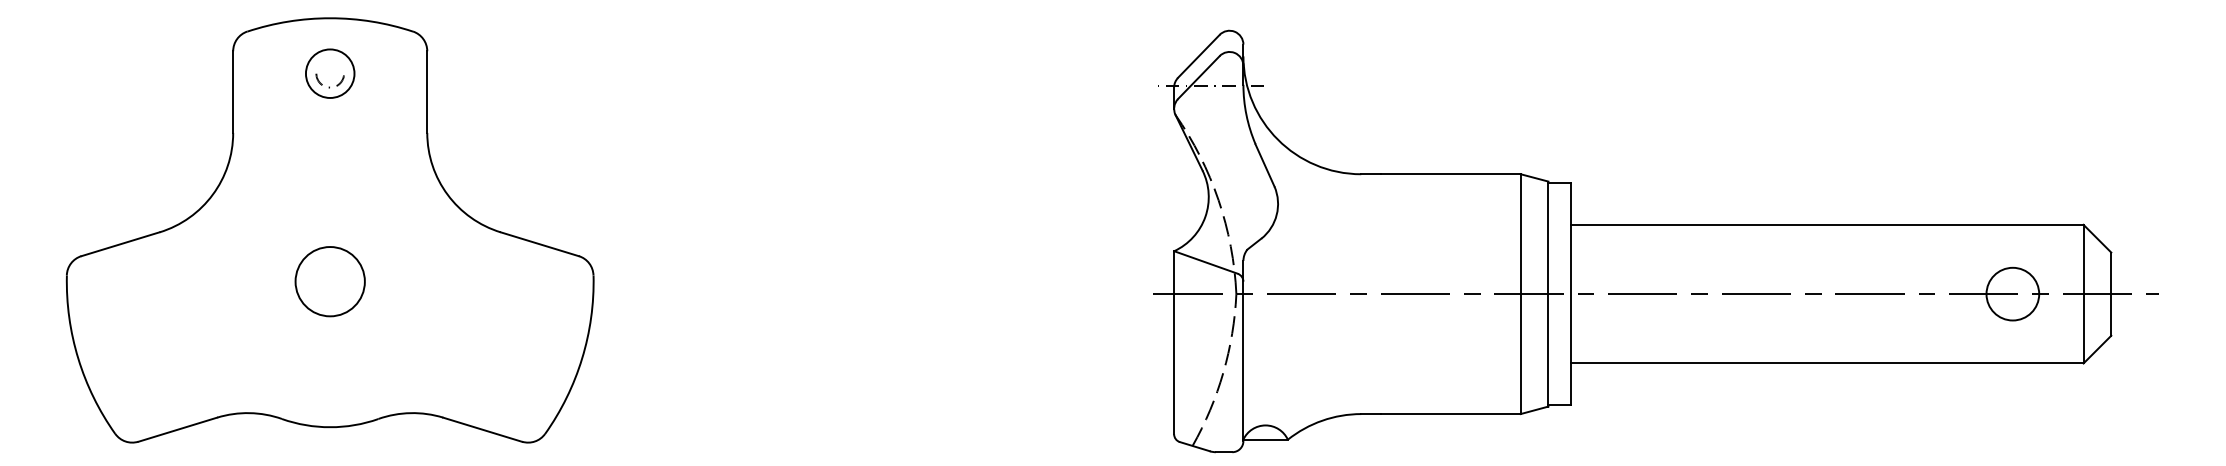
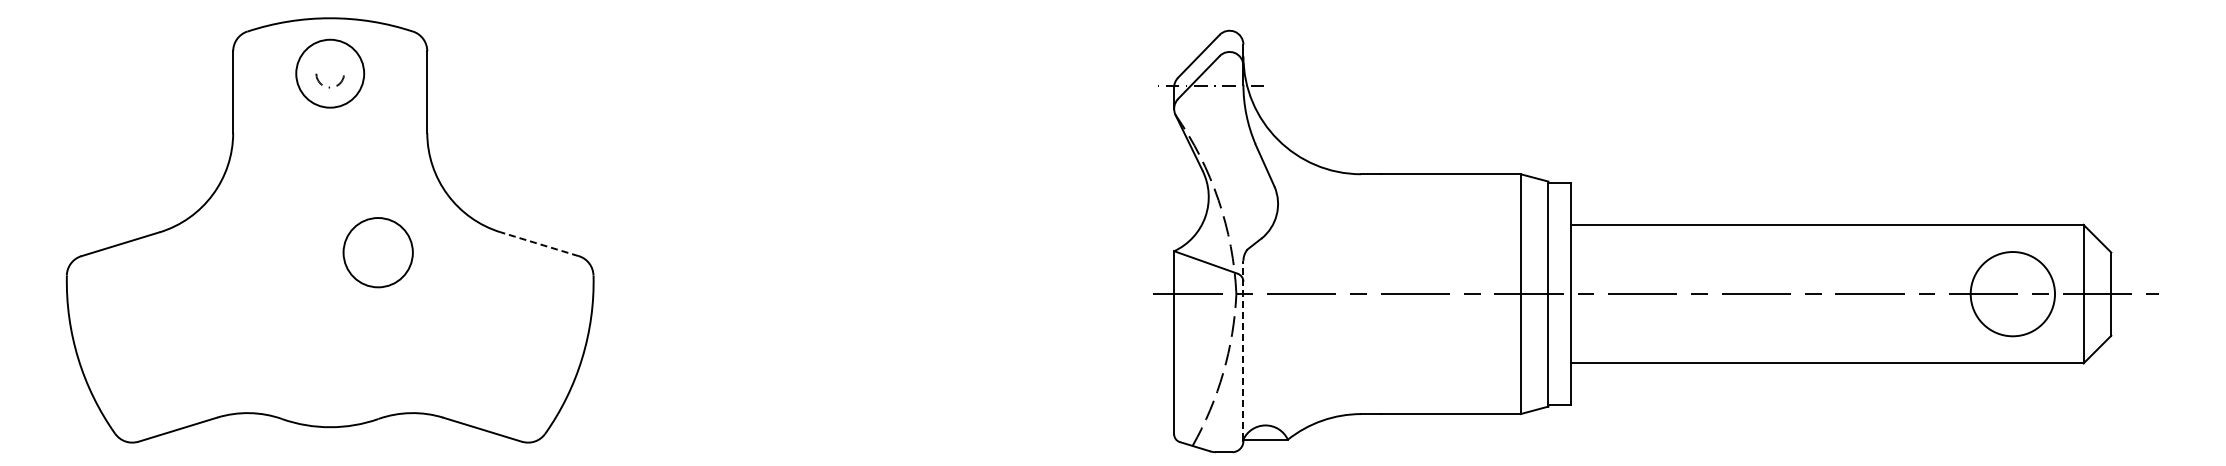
circle at (329, 73) diameter: 49 px -> 68 px
line at (539, 244): solid -> dashed
circle at (329, 281) position: (329, 281) -> (377, 252)
circle at (2012, 293) diameter: 53 px -> 84 px
line at (1243, 349): solid -> dashed
